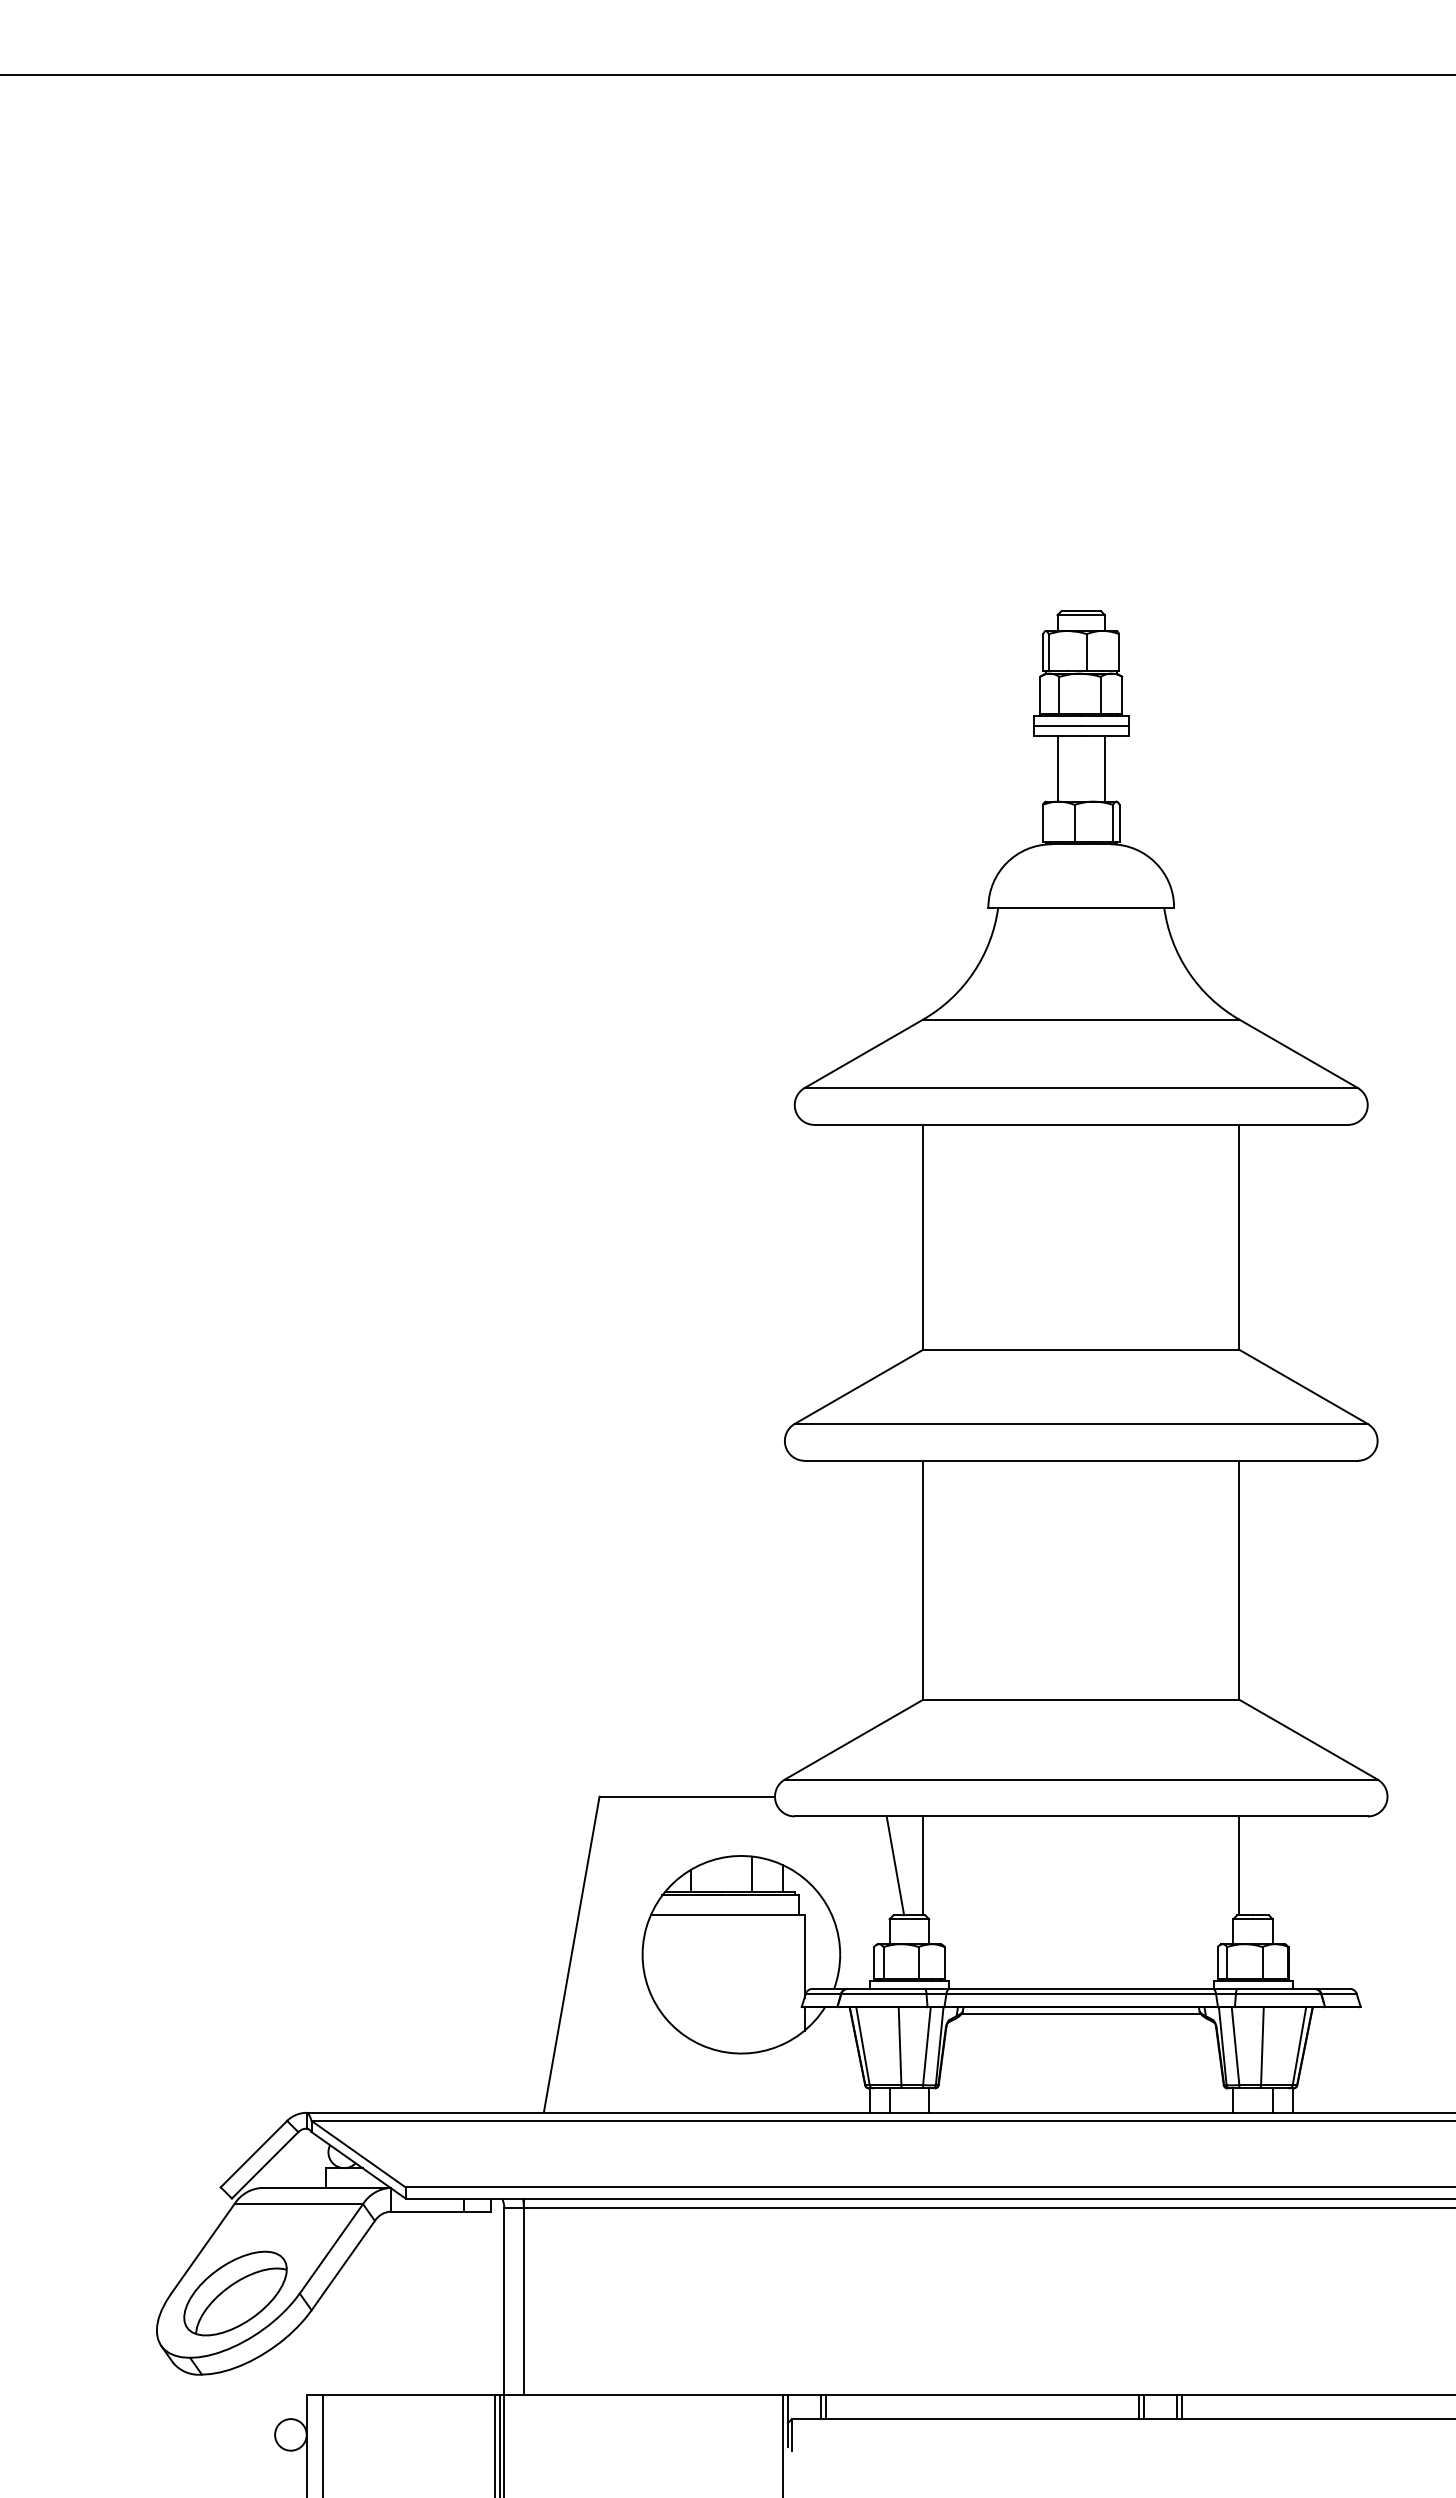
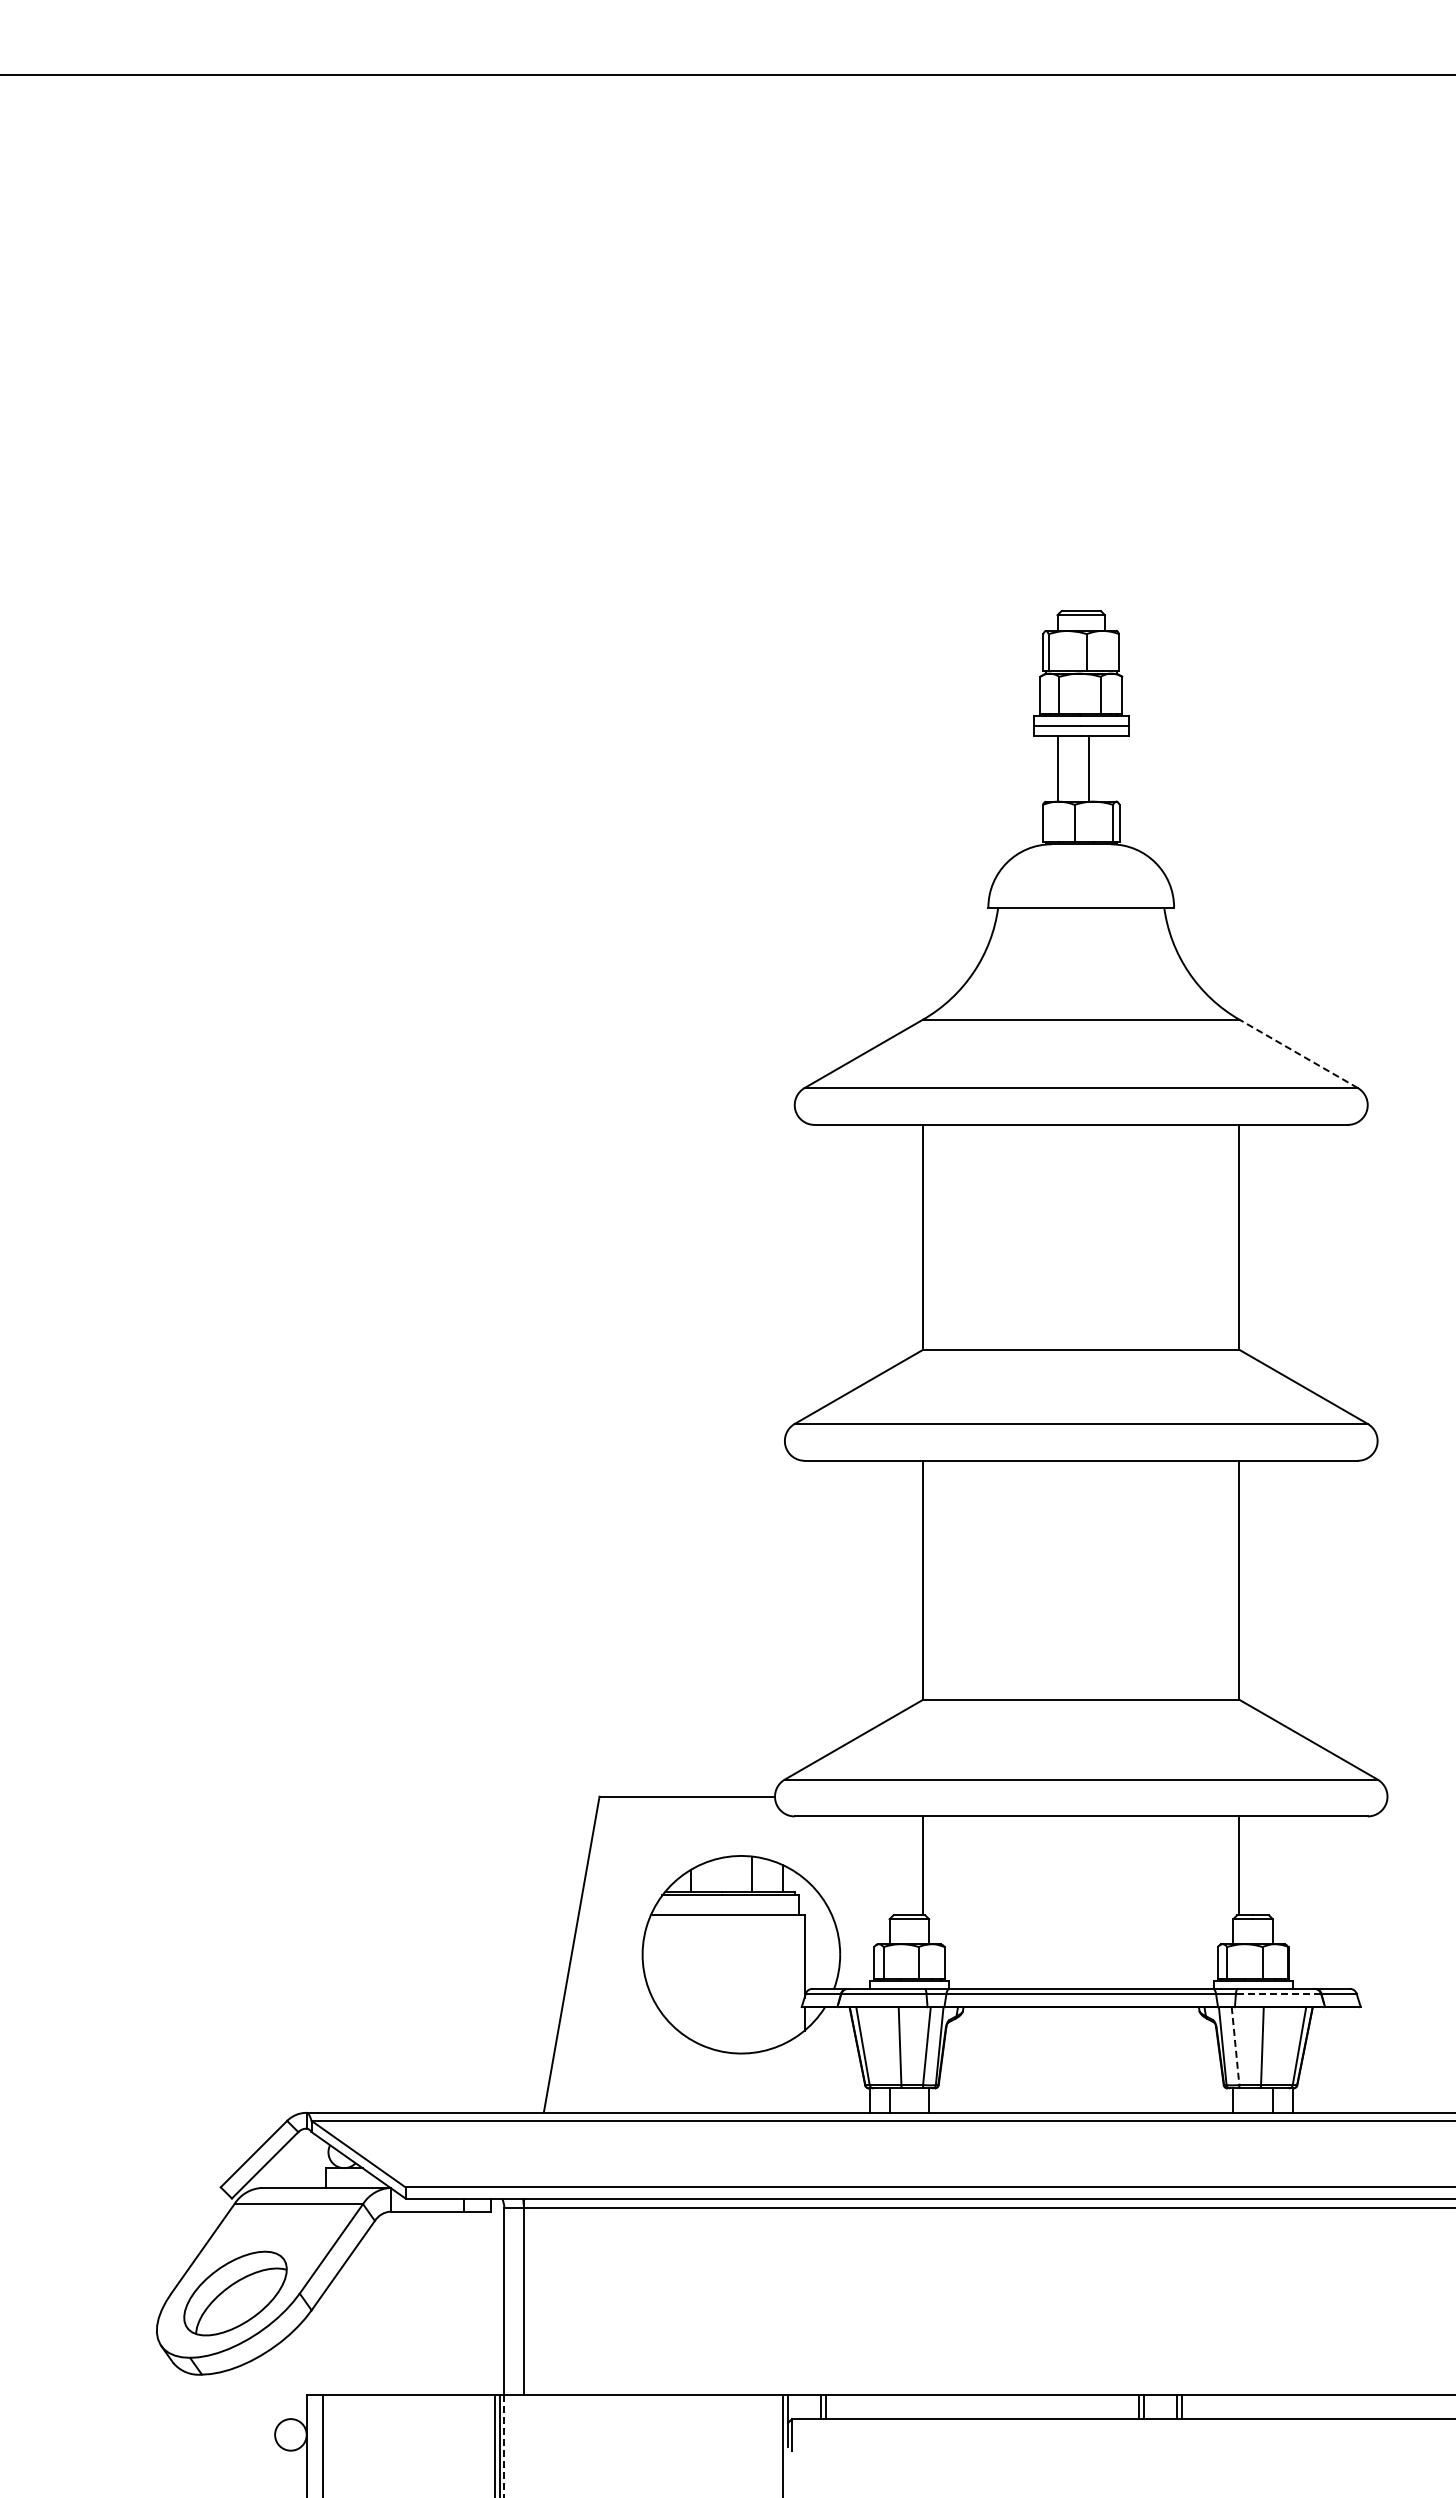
line at (1104, 768) position: (1104, 768) -> (1088, 768)
line at (1298, 1053): solid -> dashed
line at (895, 1865): present -> none
line at (1278, 1993): solid -> dashed
line at (1081, 2014): present -> none
line at (1235, 2046): solid -> dashed
line at (504, 2446): solid -> dashed
